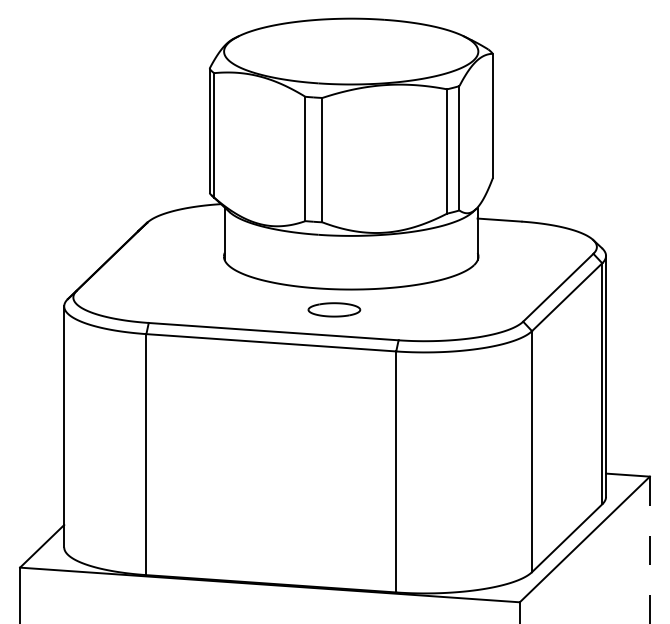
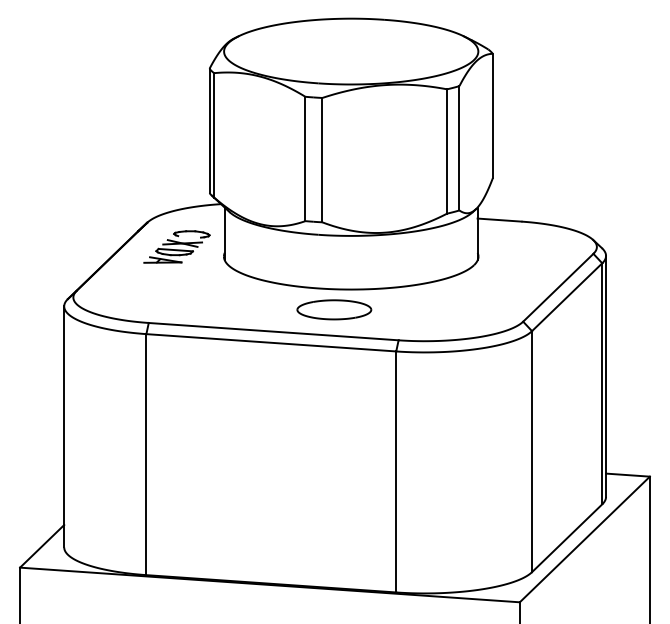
part at (176, 246): none -> present
part at (334, 309) size: 55x16 px -> 77x22 px
line at (649, 550): dashed -> solid
